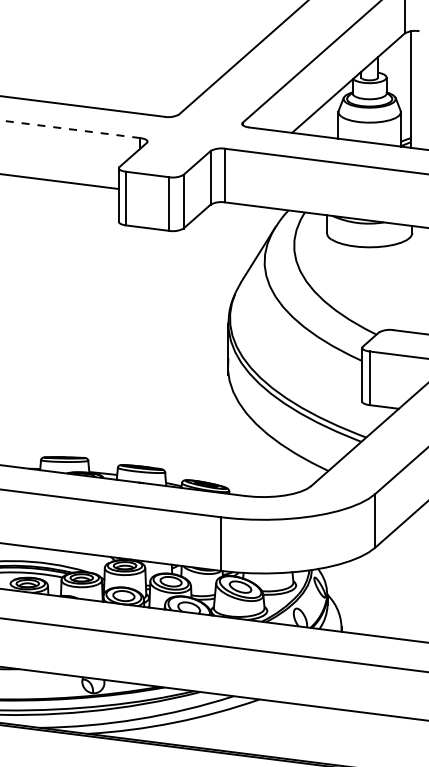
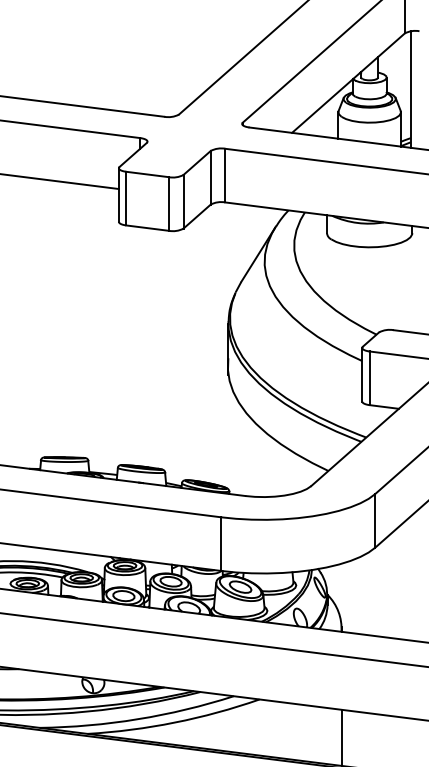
line at (69, 129): dashed -> solid
line at (213, 644) position: (213, 644) -> (213, 639)
line at (341, 736): none -> present
